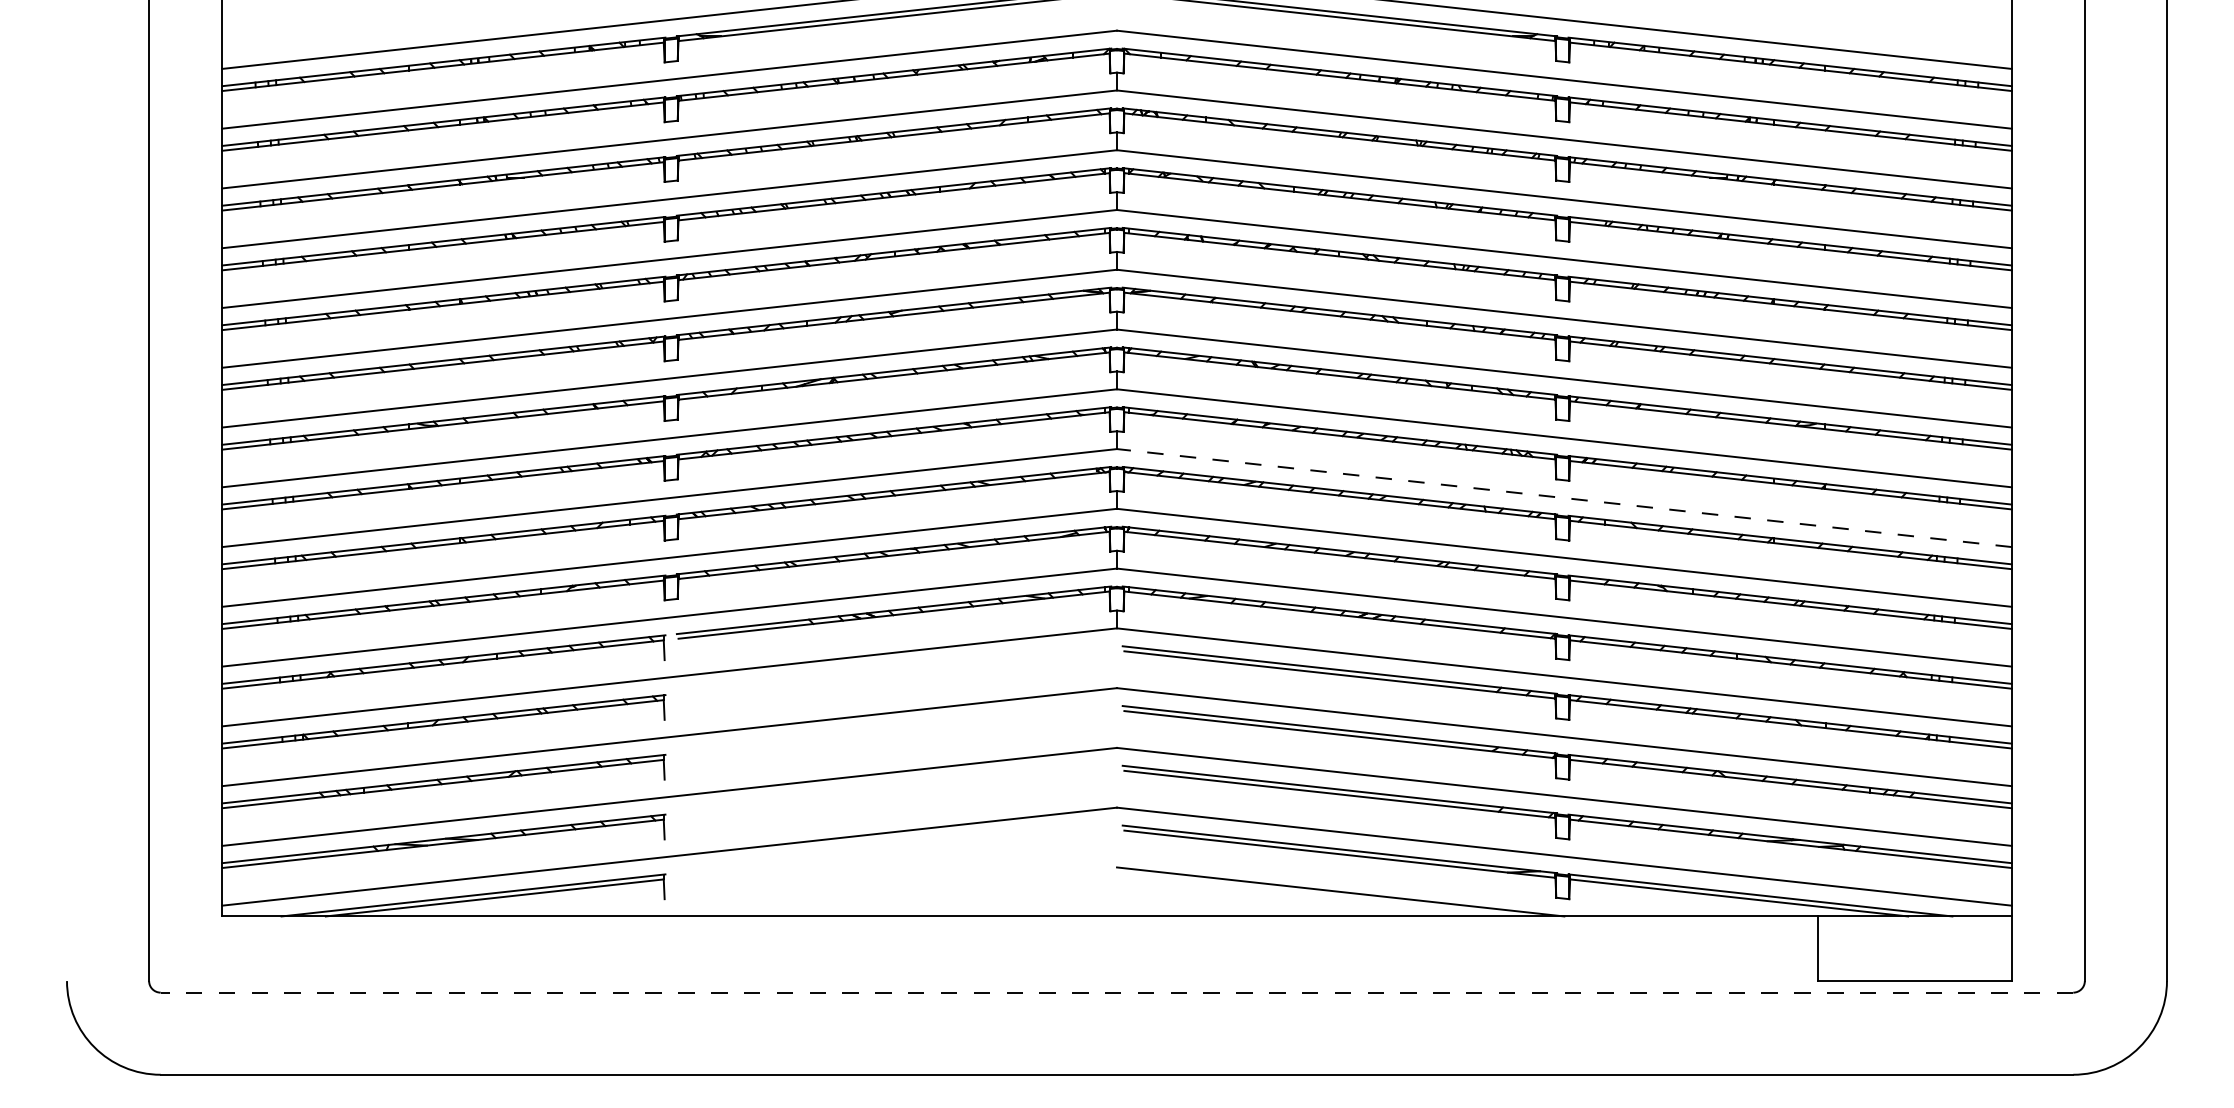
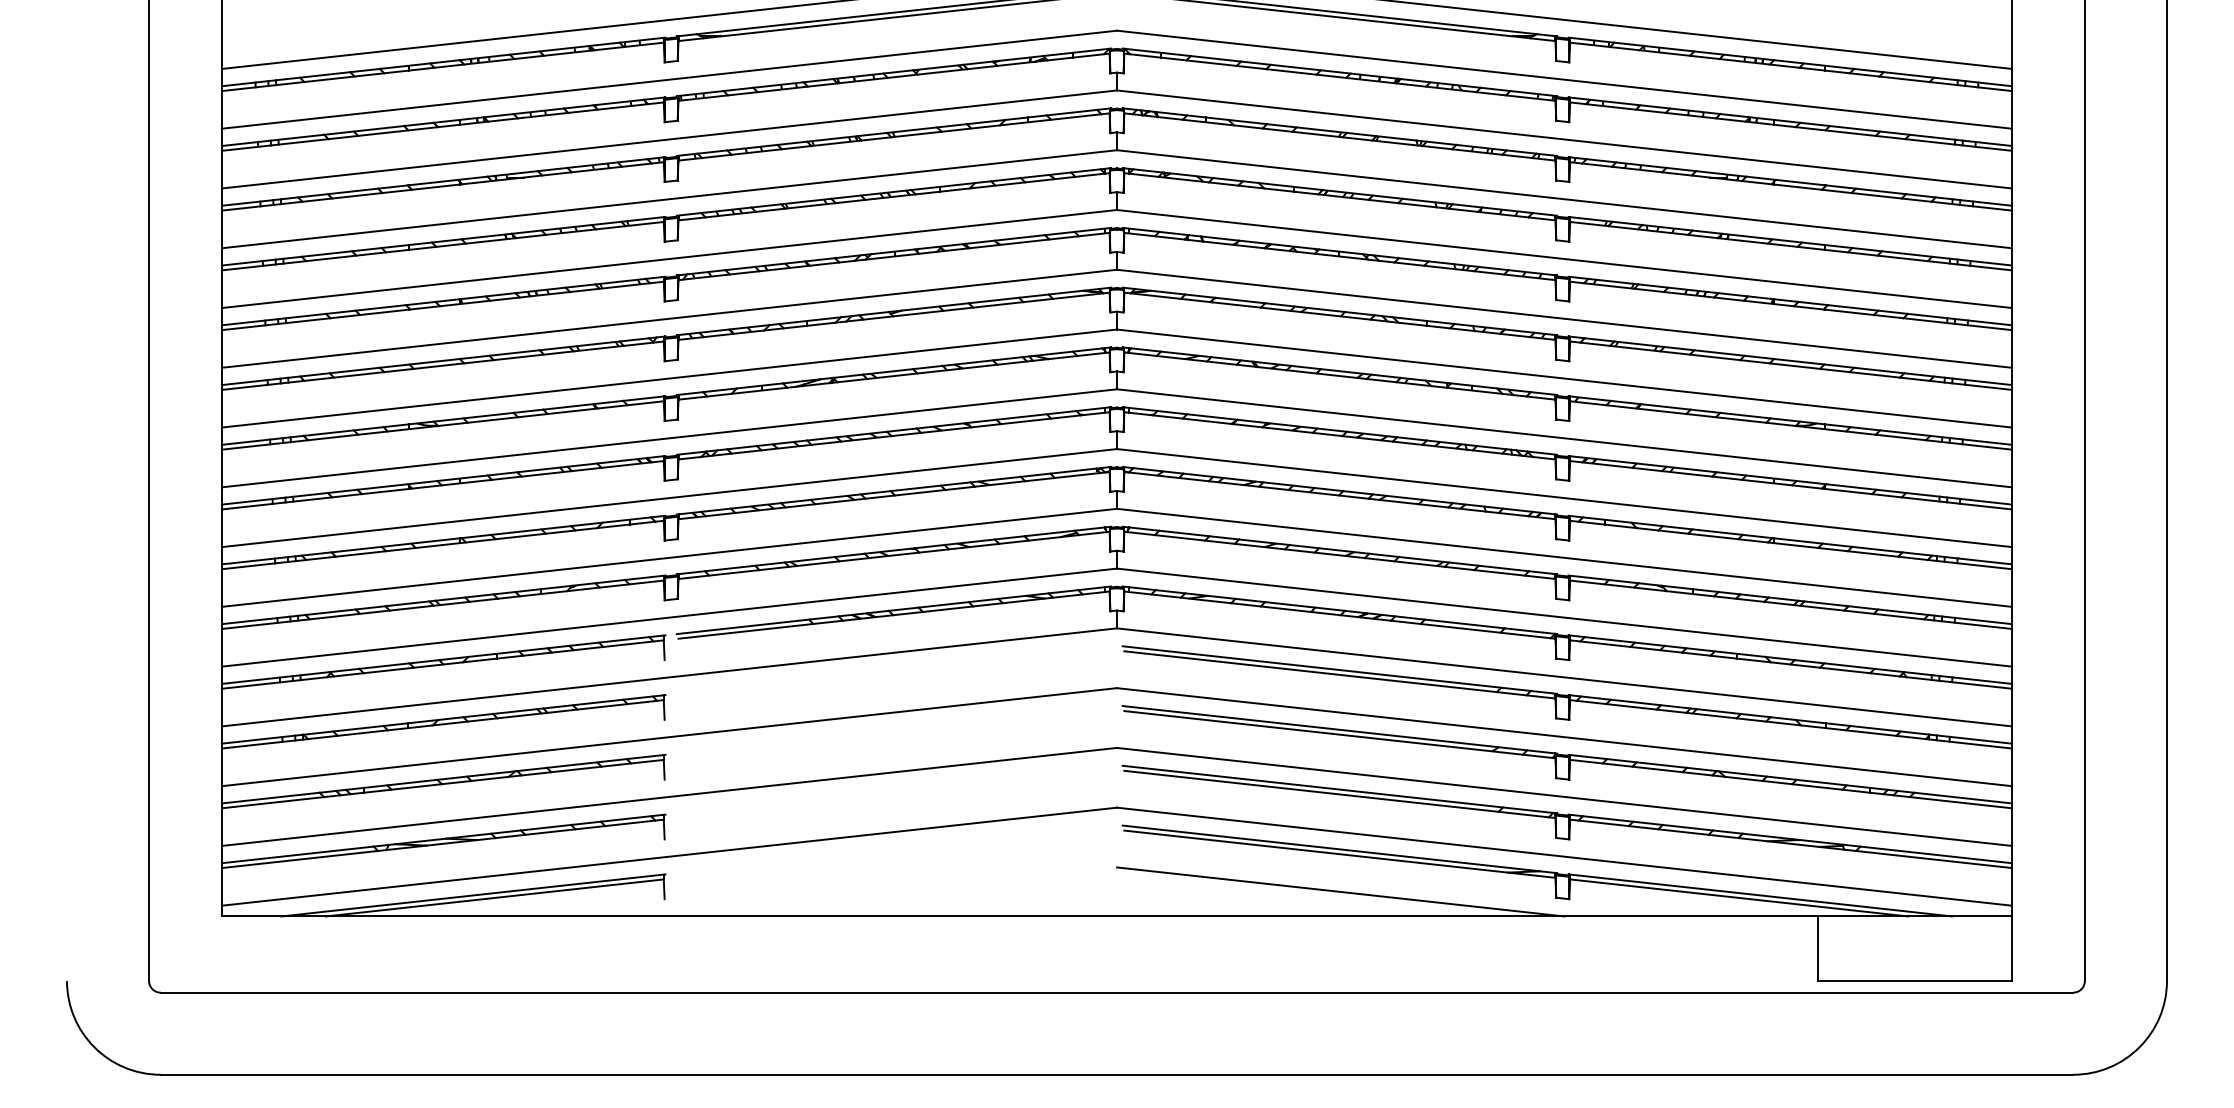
line at (1563, 498): dashed -> solid
line at (1116, 992): dashed -> solid
